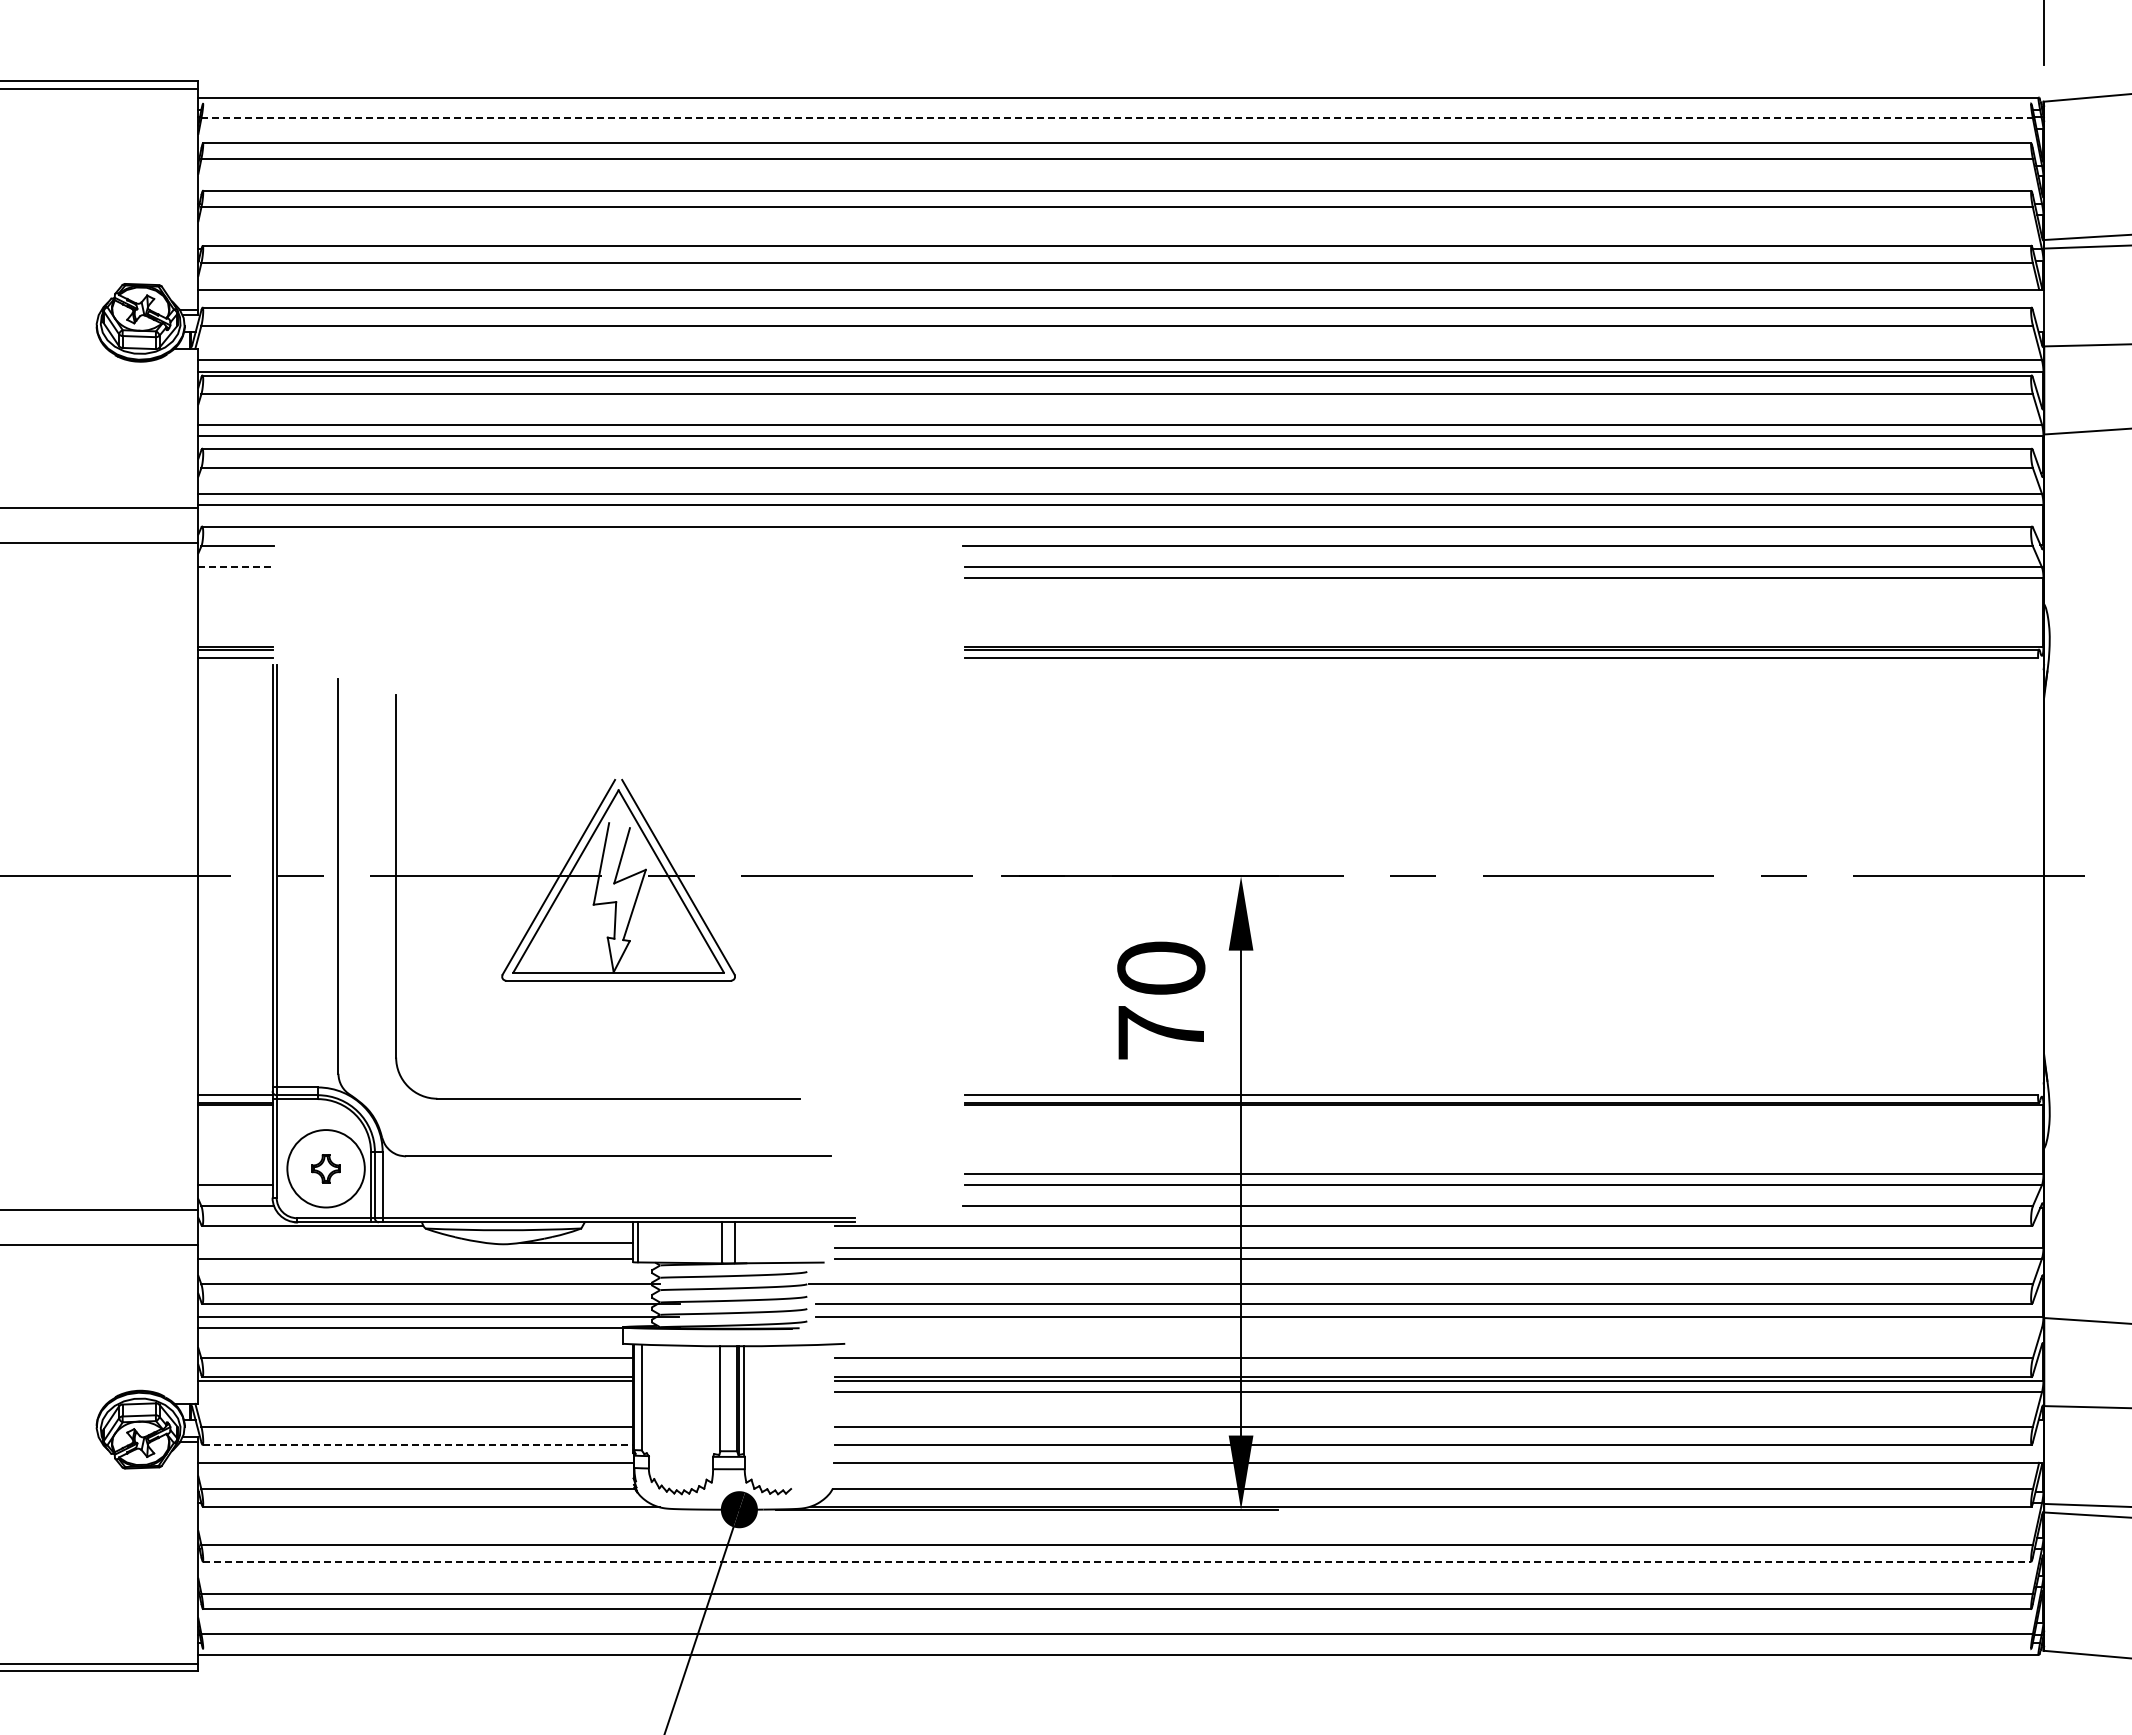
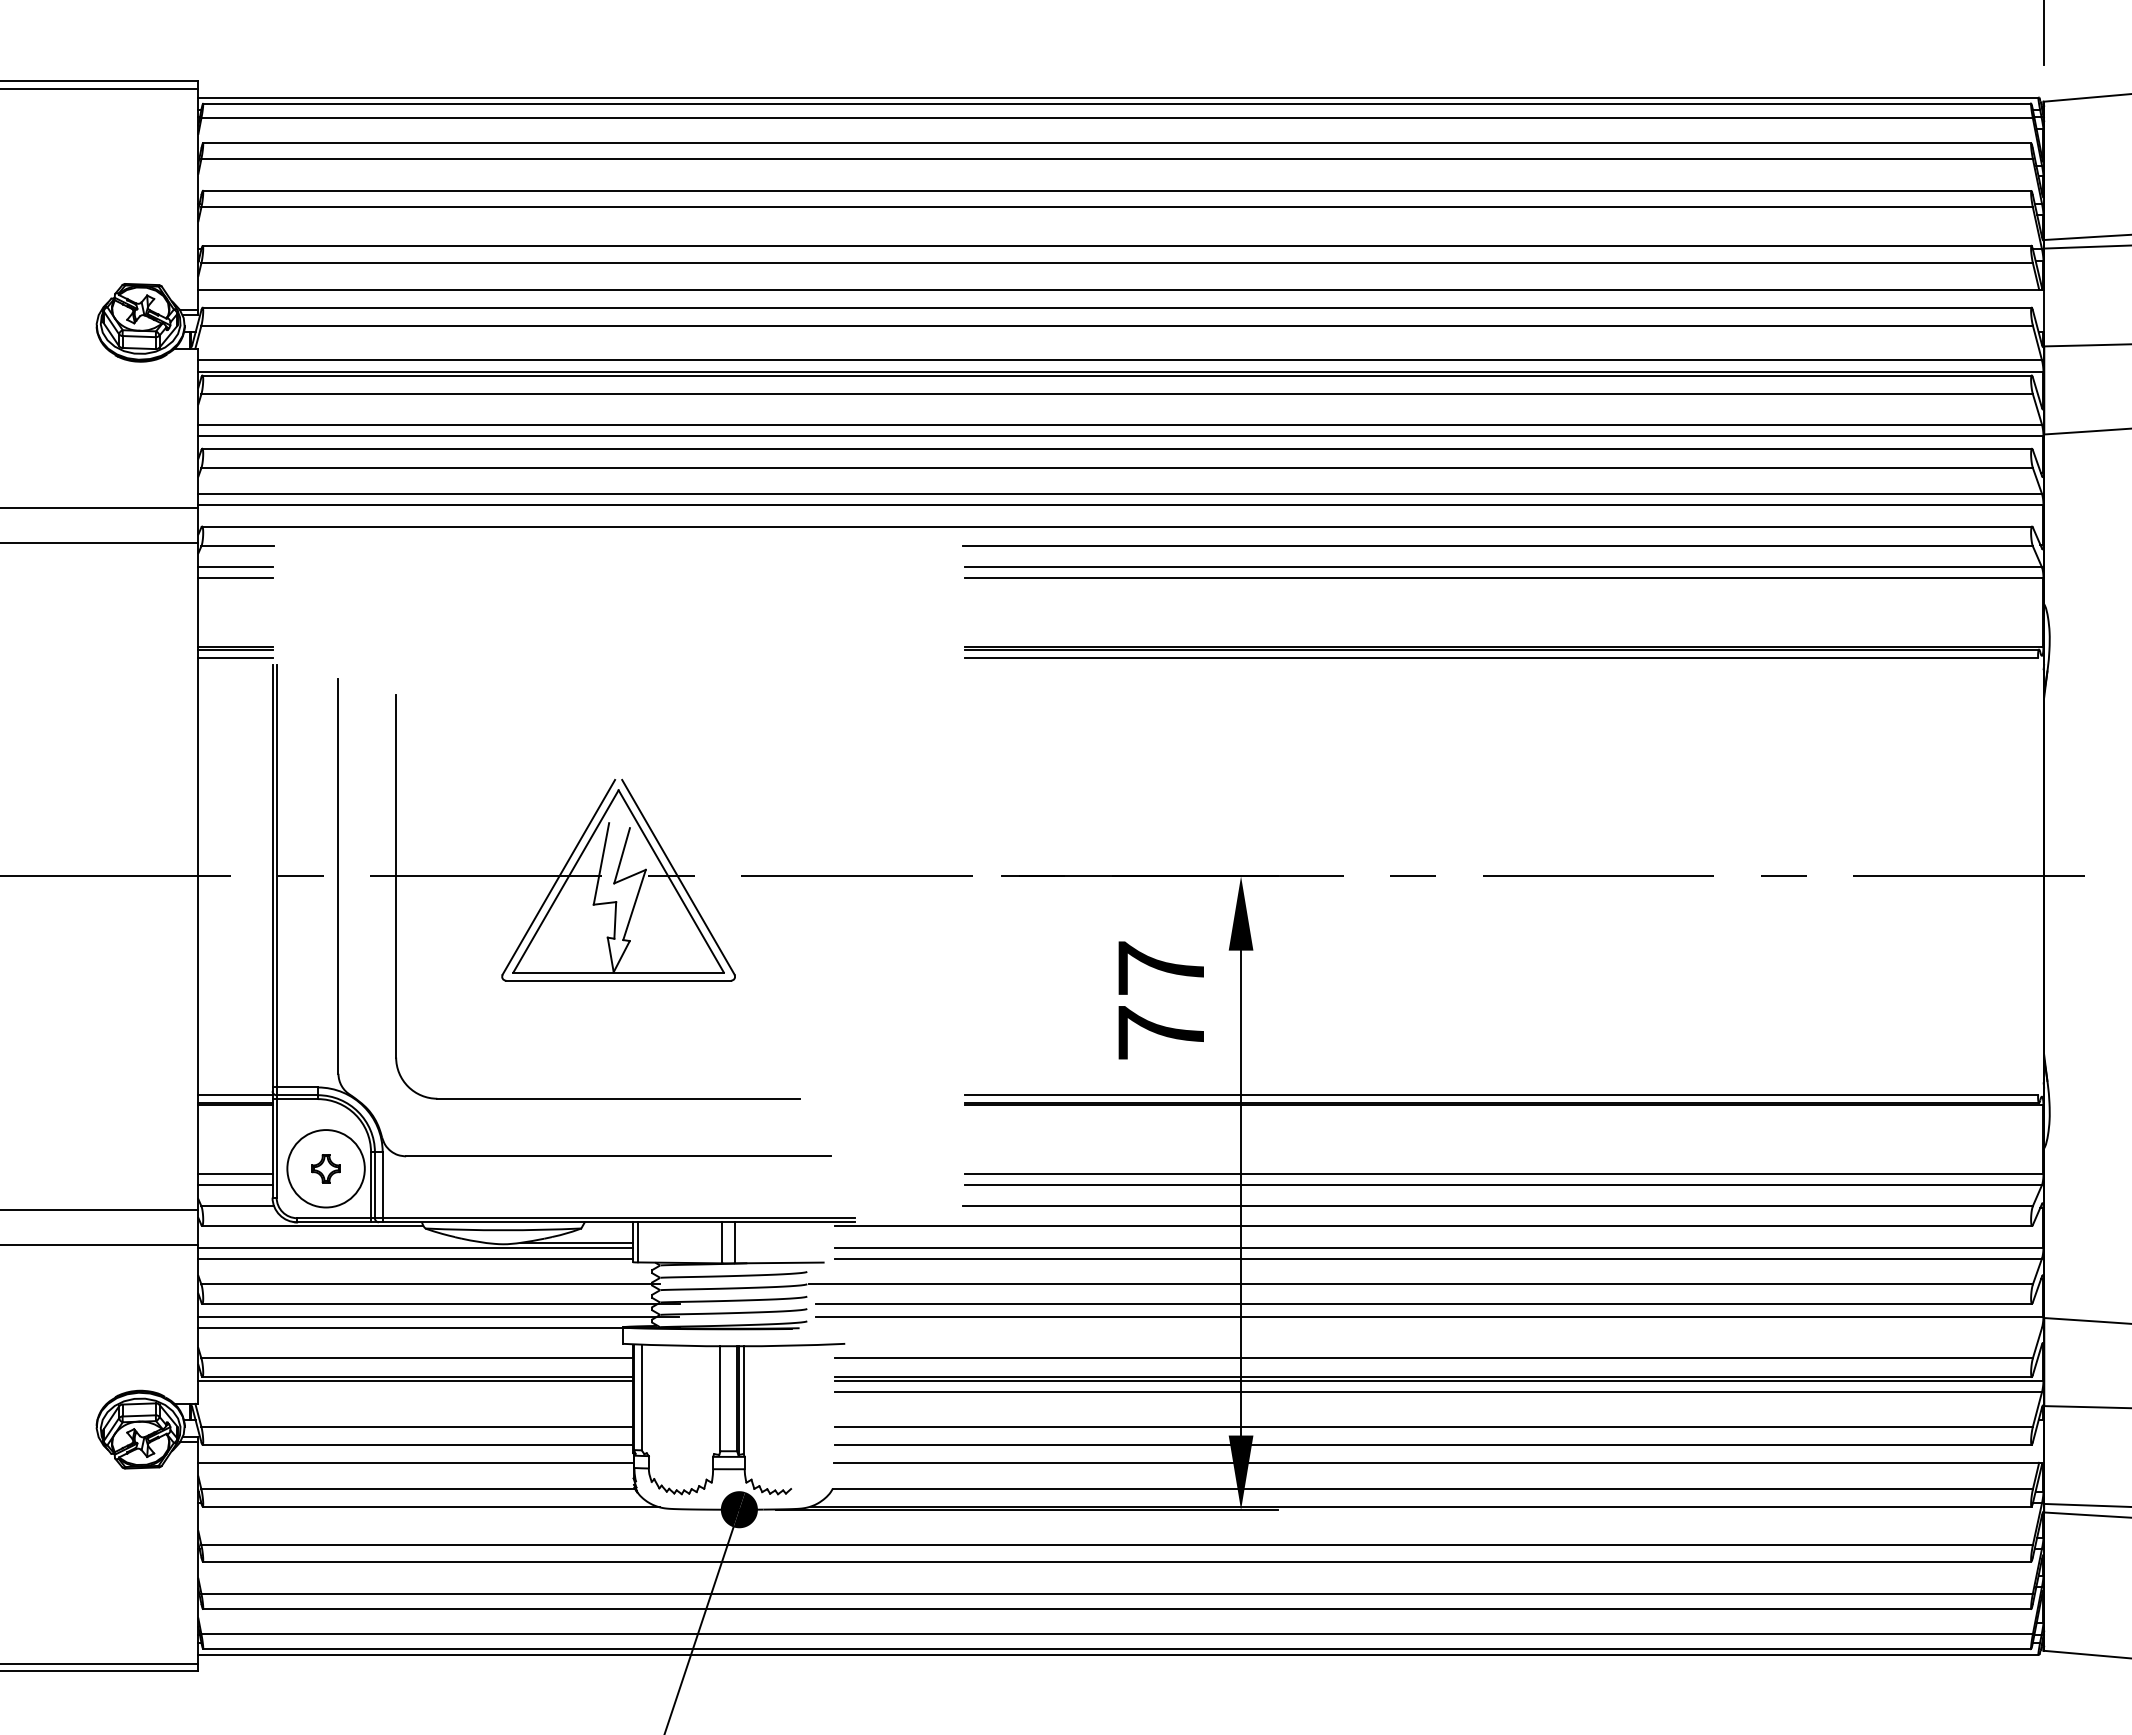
line at (1117, 103): none -> present
line at (1117, 118): dashed -> solid
line at (235, 567): dashed -> solid
line at (235, 578): none -> present
text at (1161, 967): 70 -> 77
line at (235, 1174): none -> present
line at (415, 1247): none -> present
line at (418, 1444): dashed -> solid
line at (1117, 1561): dashed -> solid
line at (1117, 1648): none -> present
